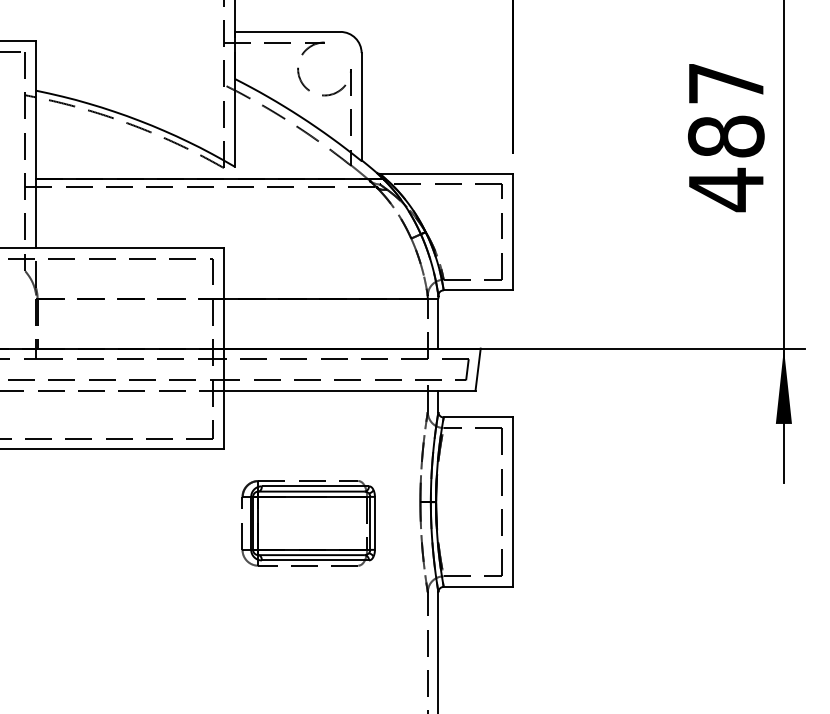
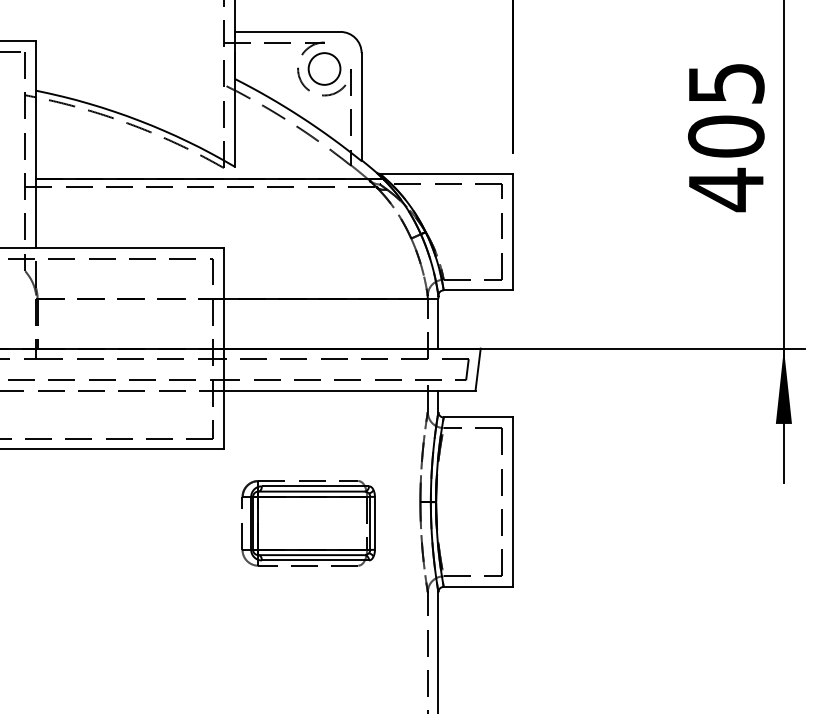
circle at (324, 68): none -> present
text at (726, 110): 487 -> 405
